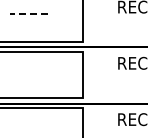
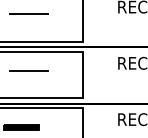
line at (28, 14): dashed -> solid
line at (28, 70): none -> present
part at (21, 127): none -> present
